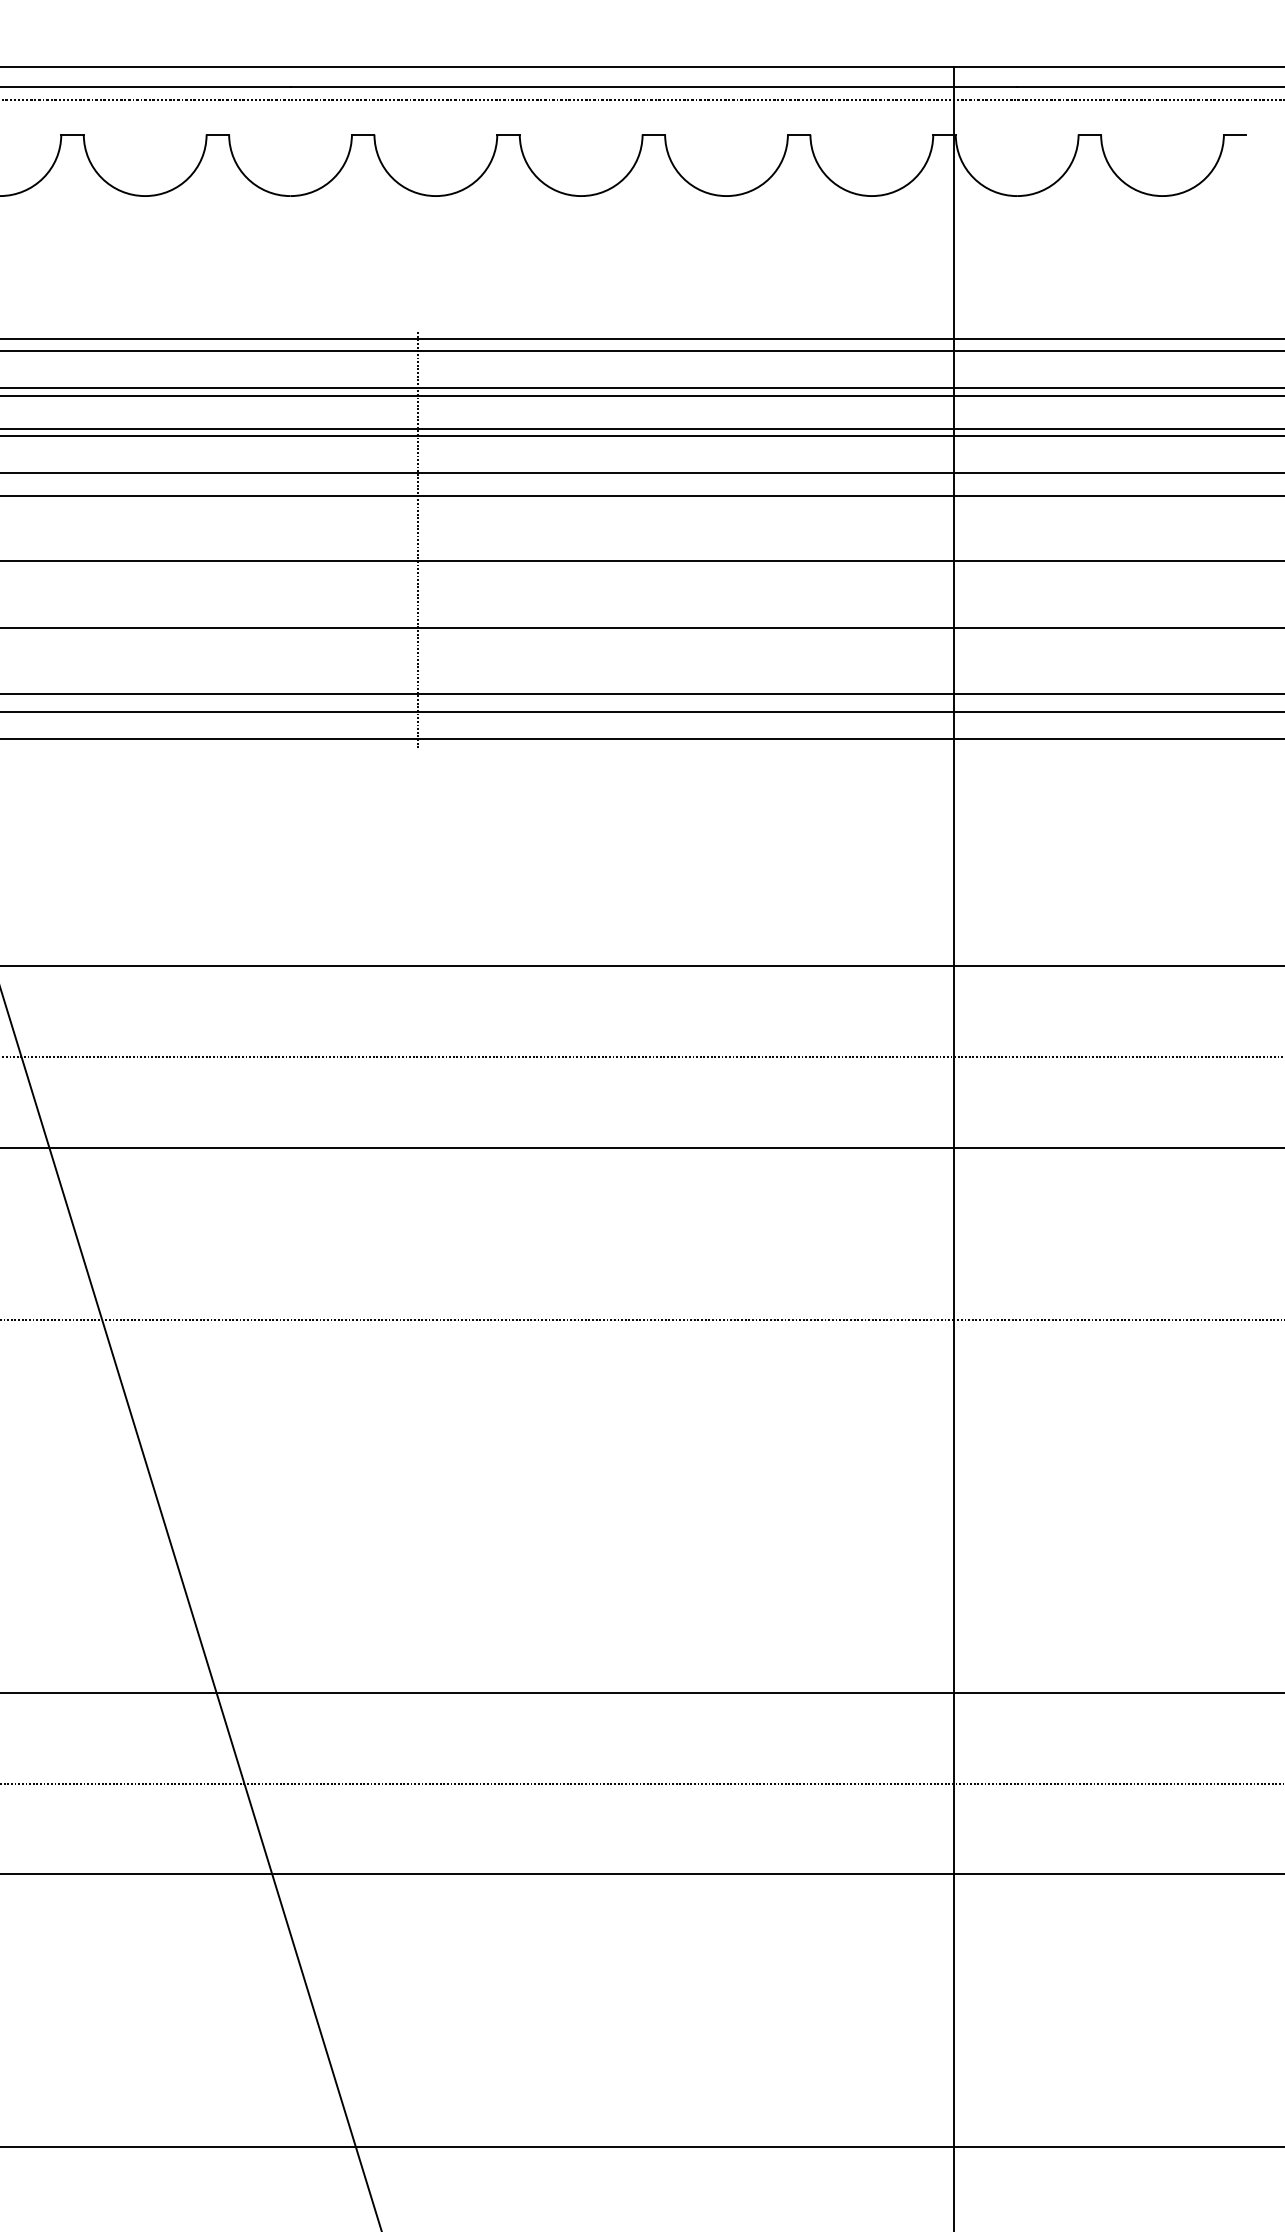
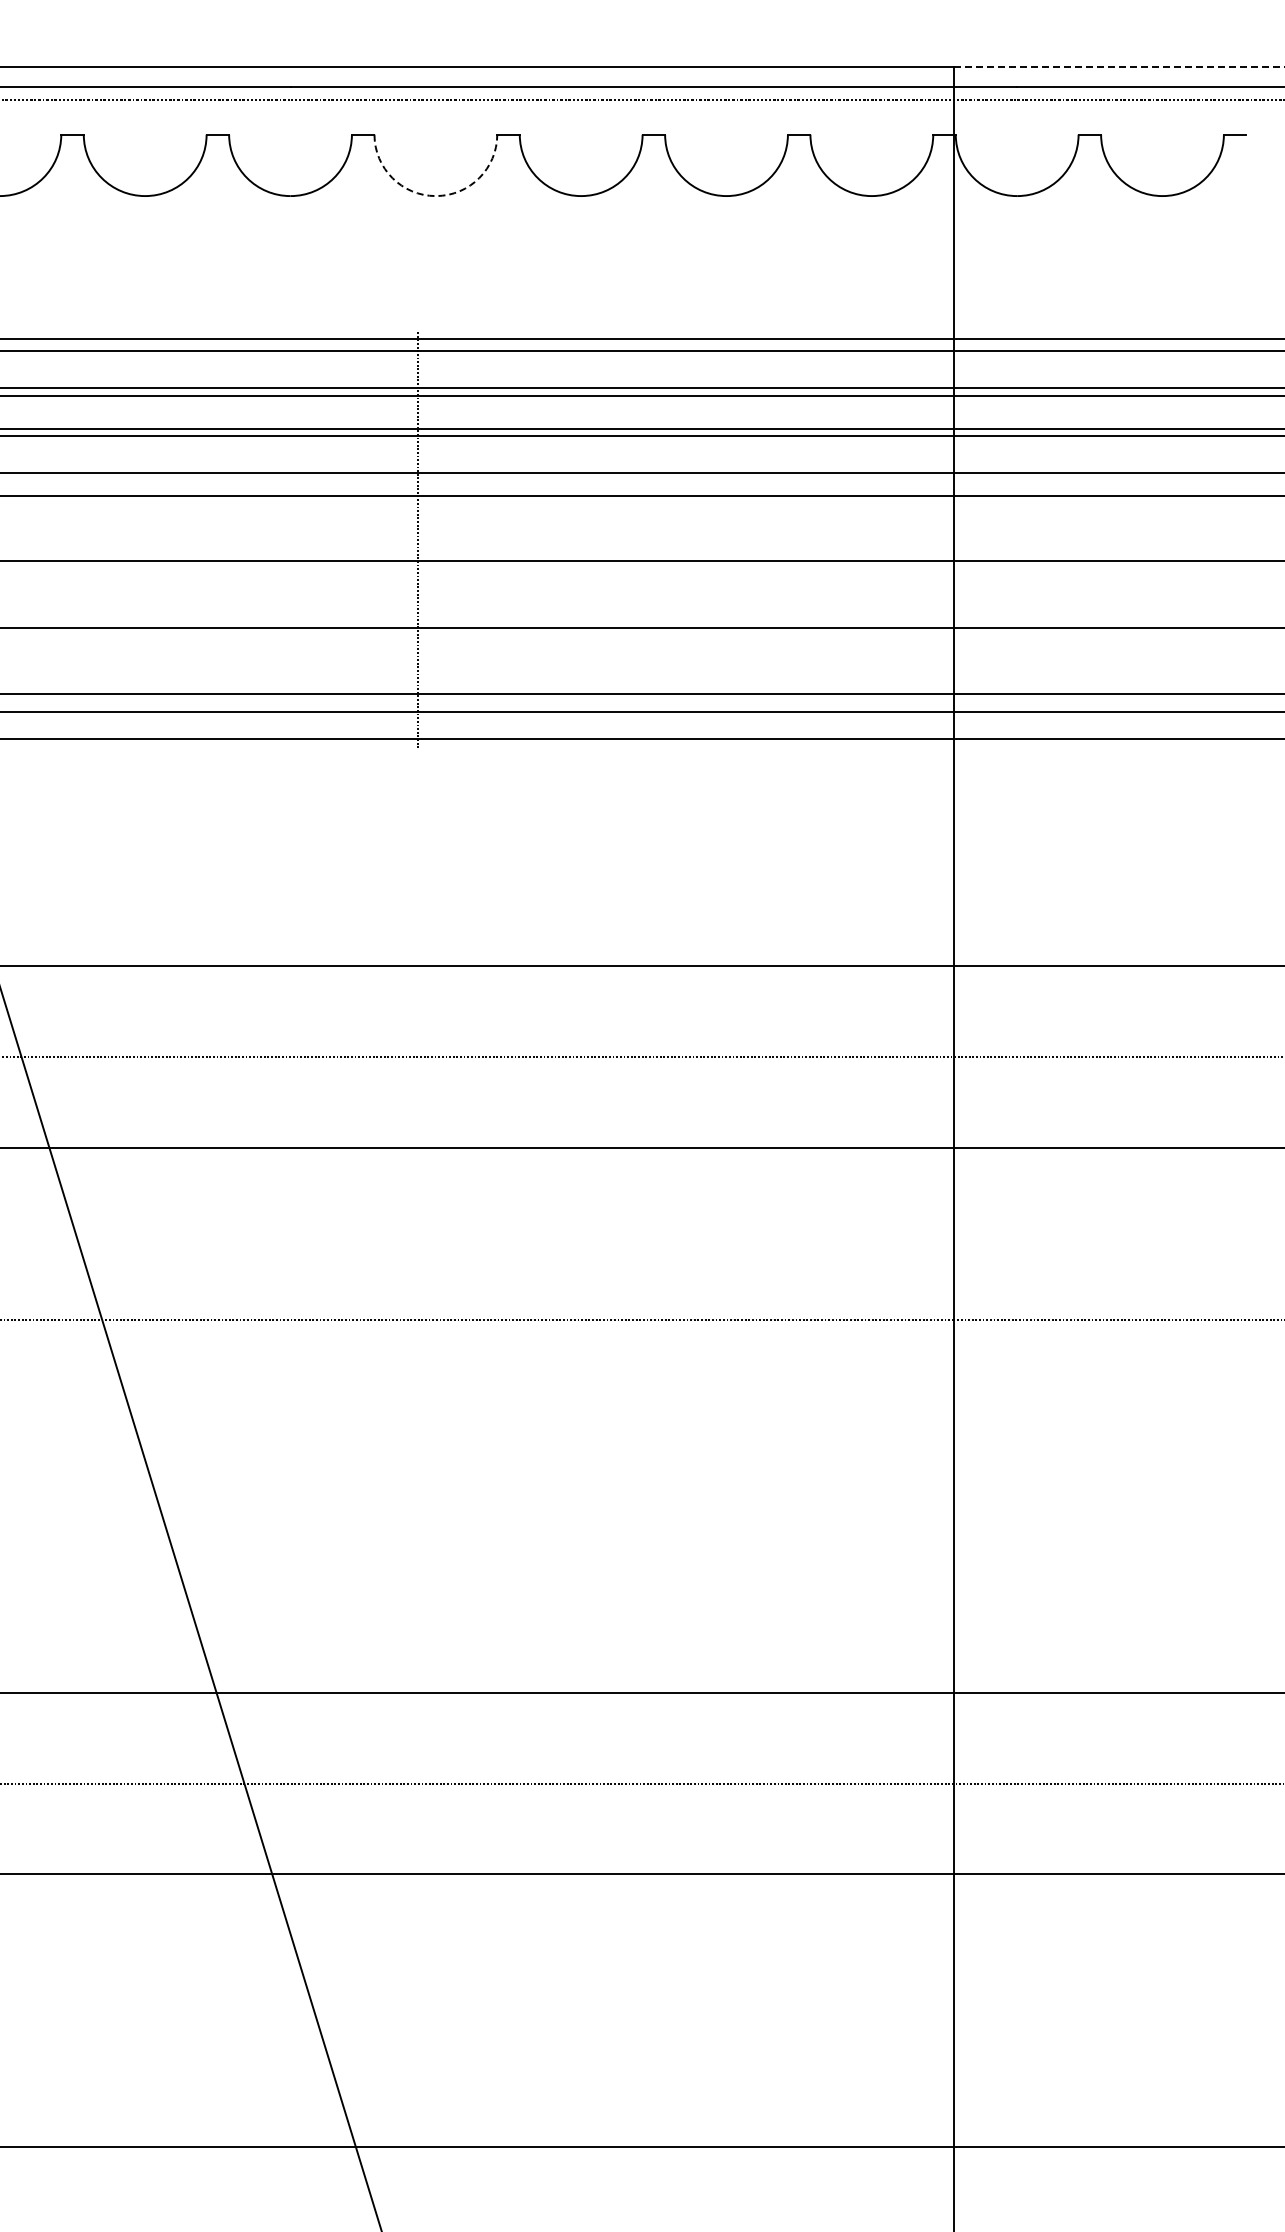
line at (1119, 66): solid -> dashed
arc at (435, 196): solid -> dashed
